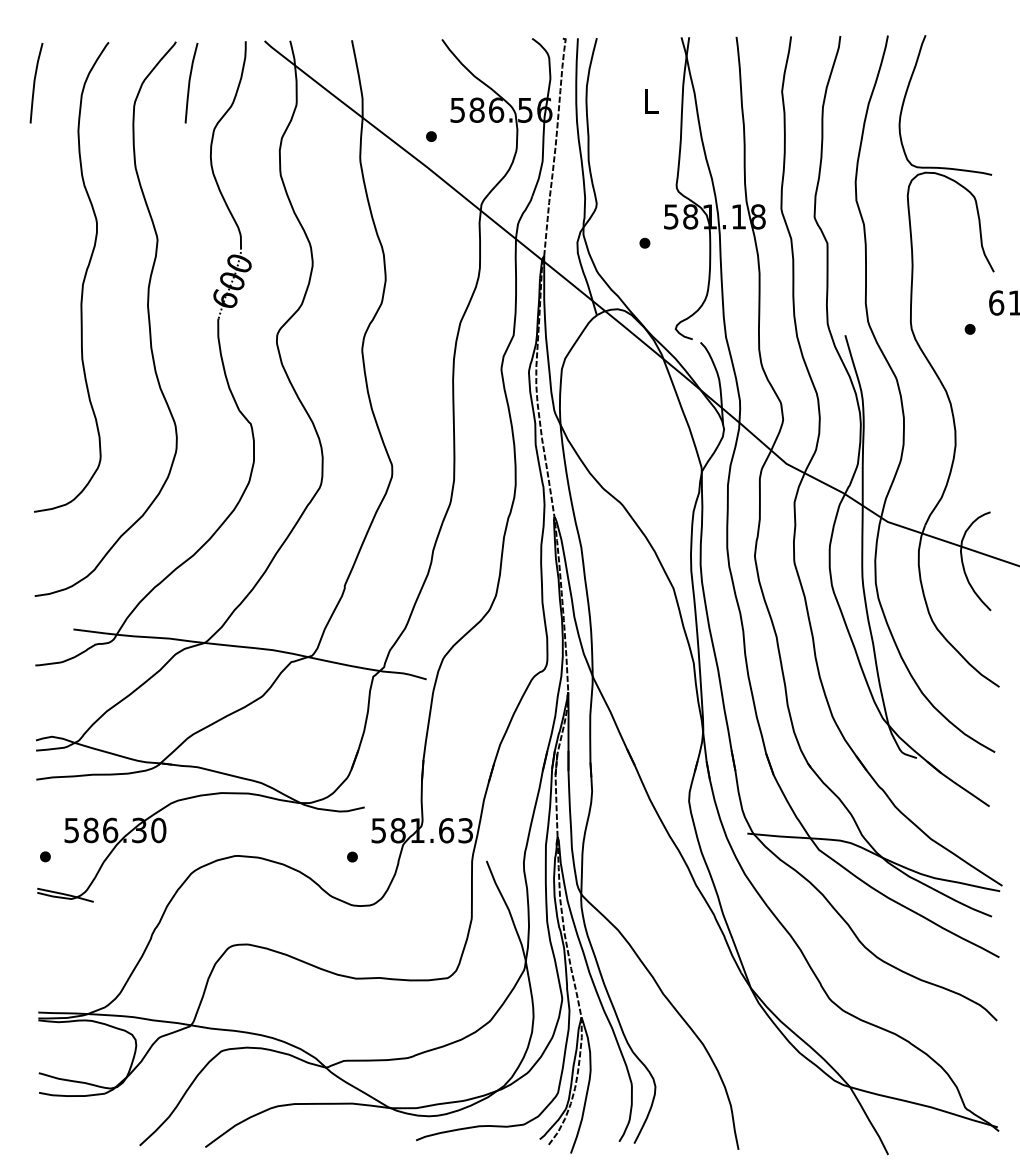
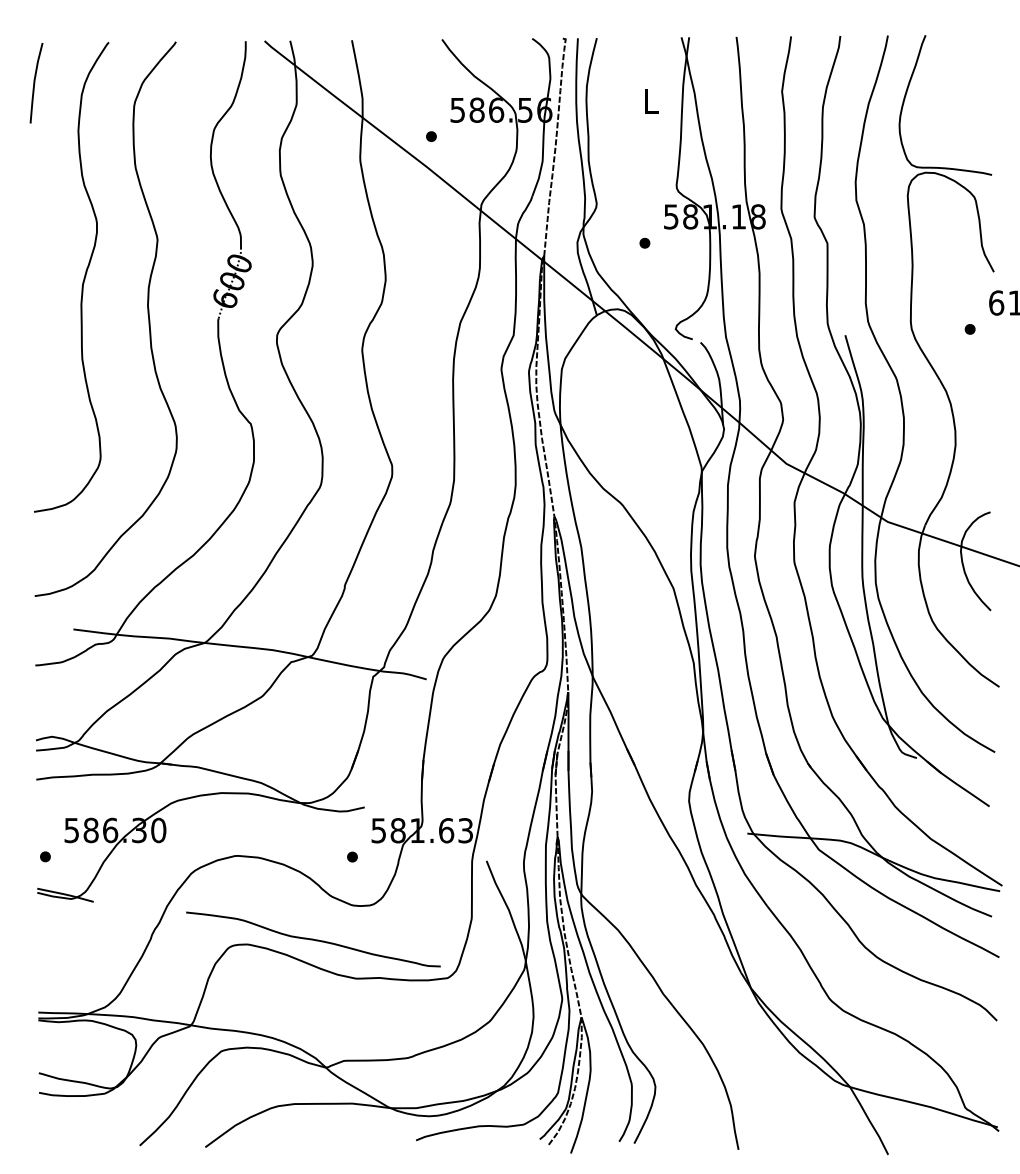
curve at (190, 83): present -> none
curve at (313, 939): none -> present
